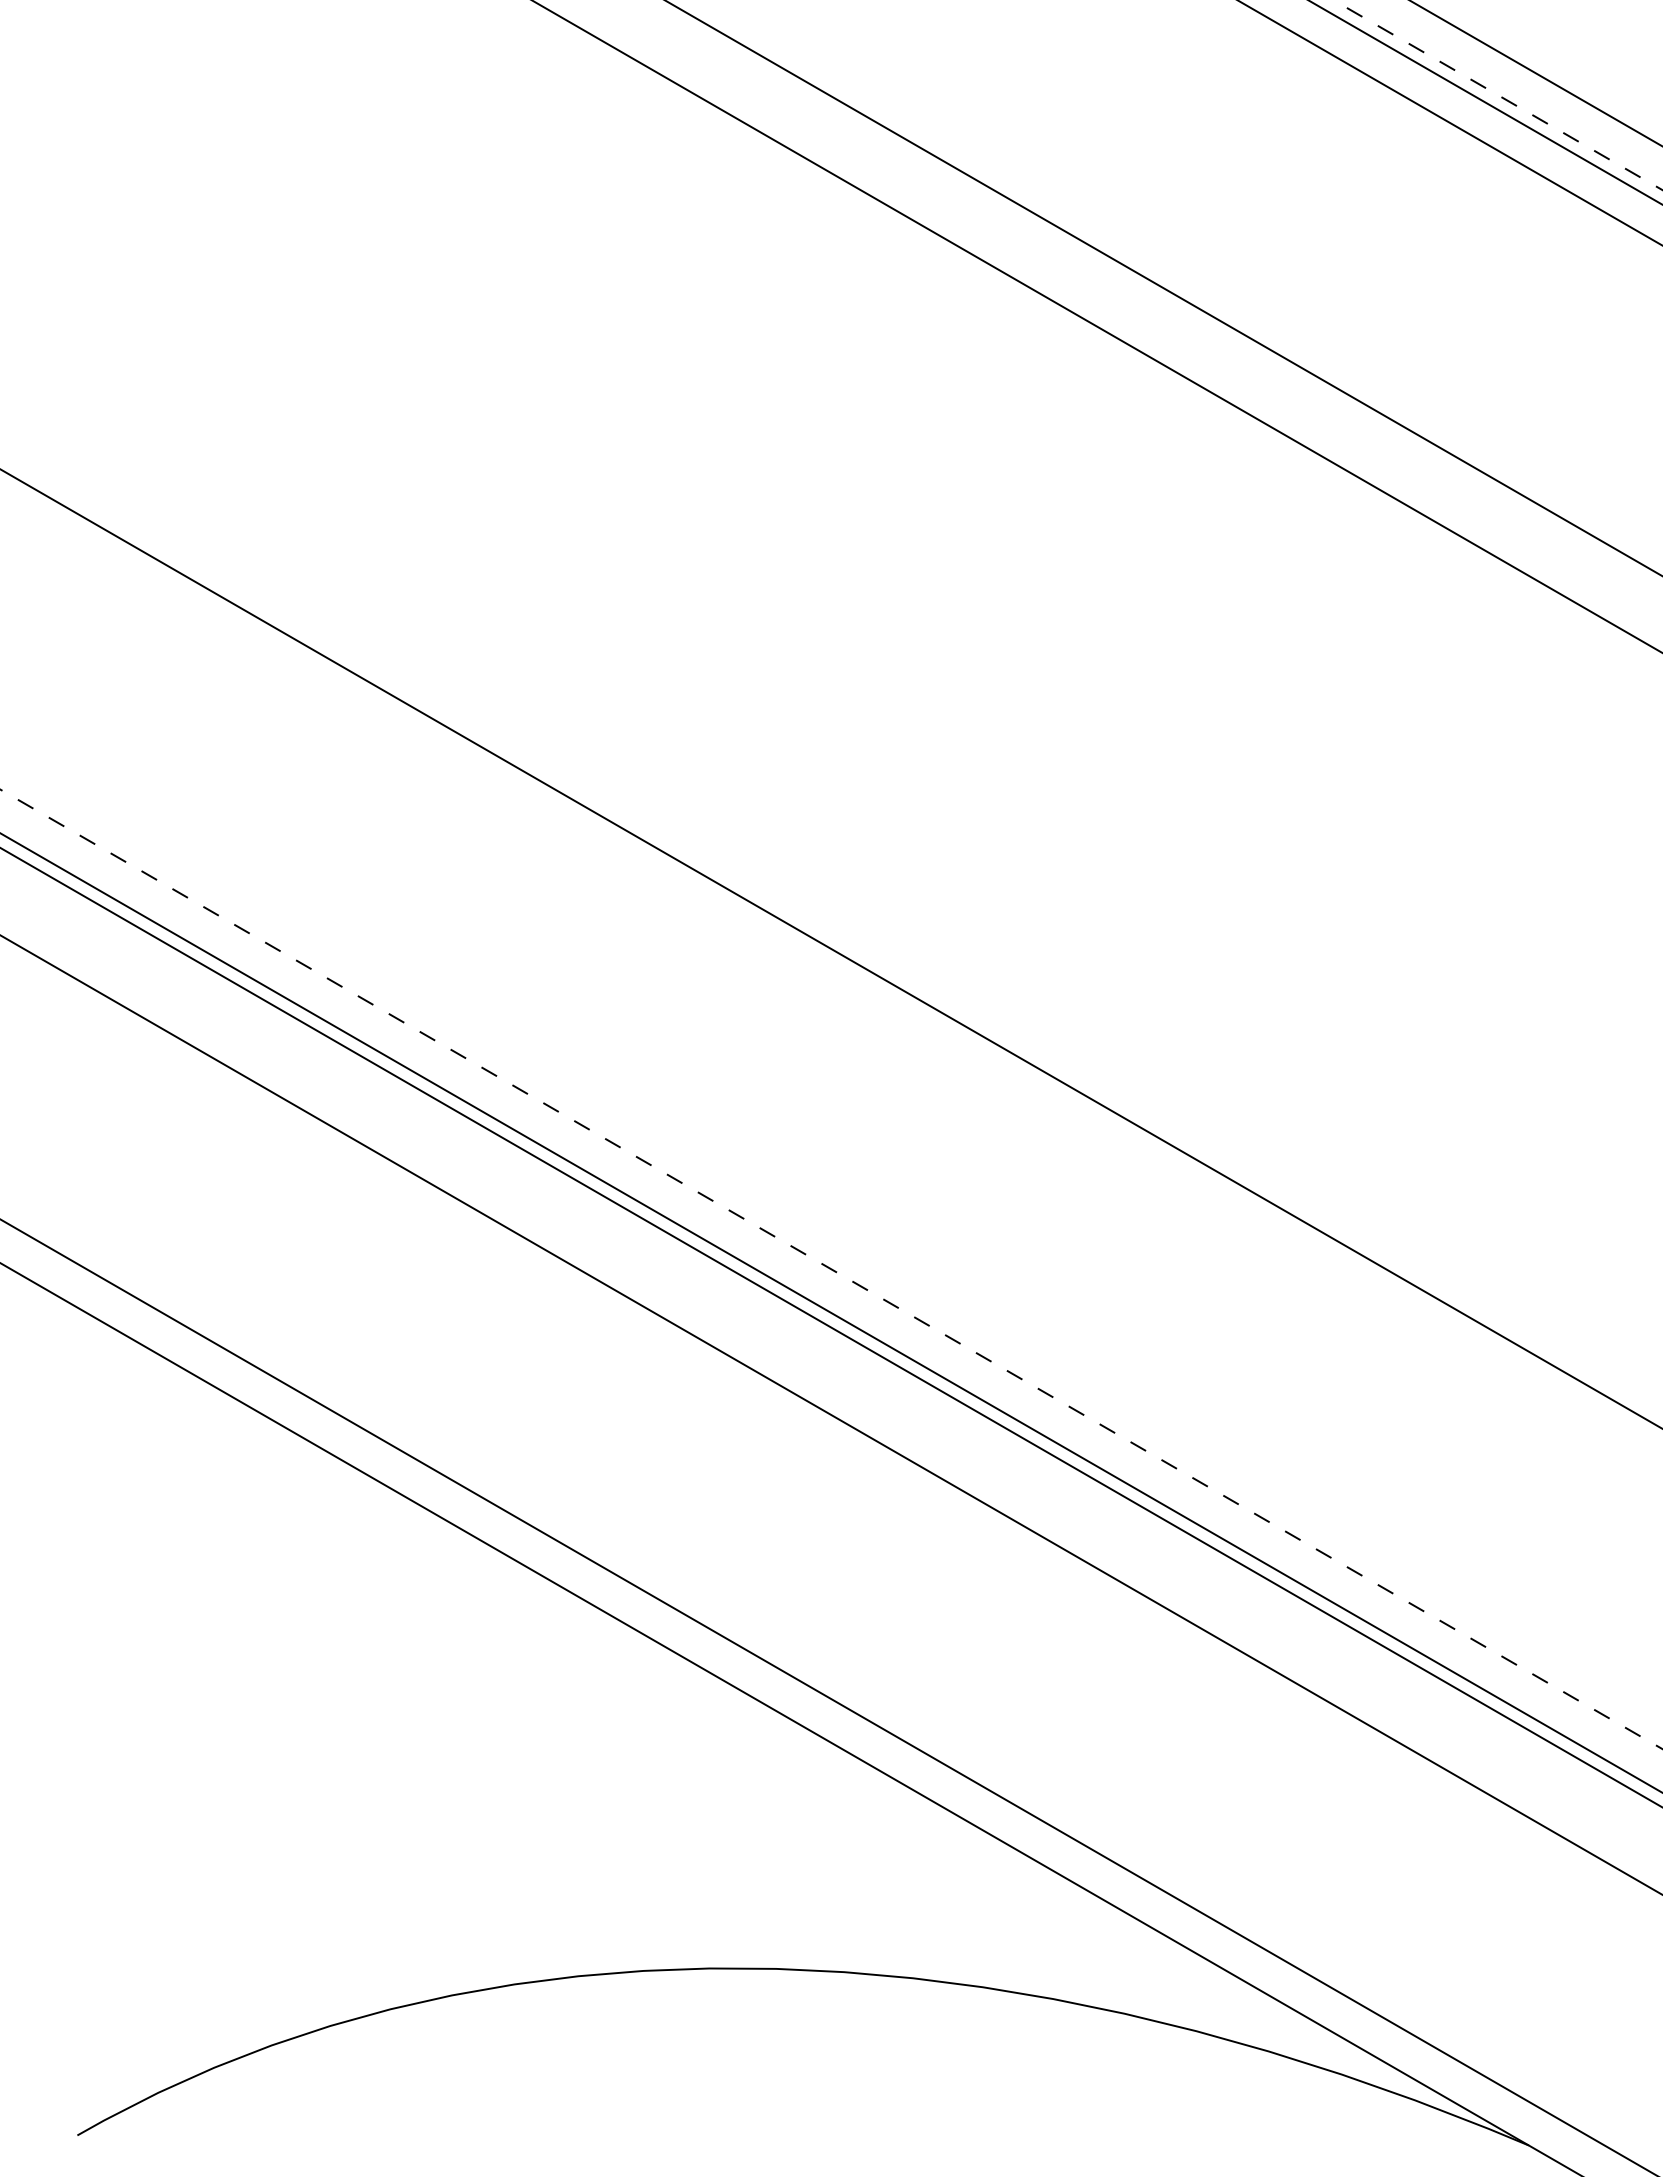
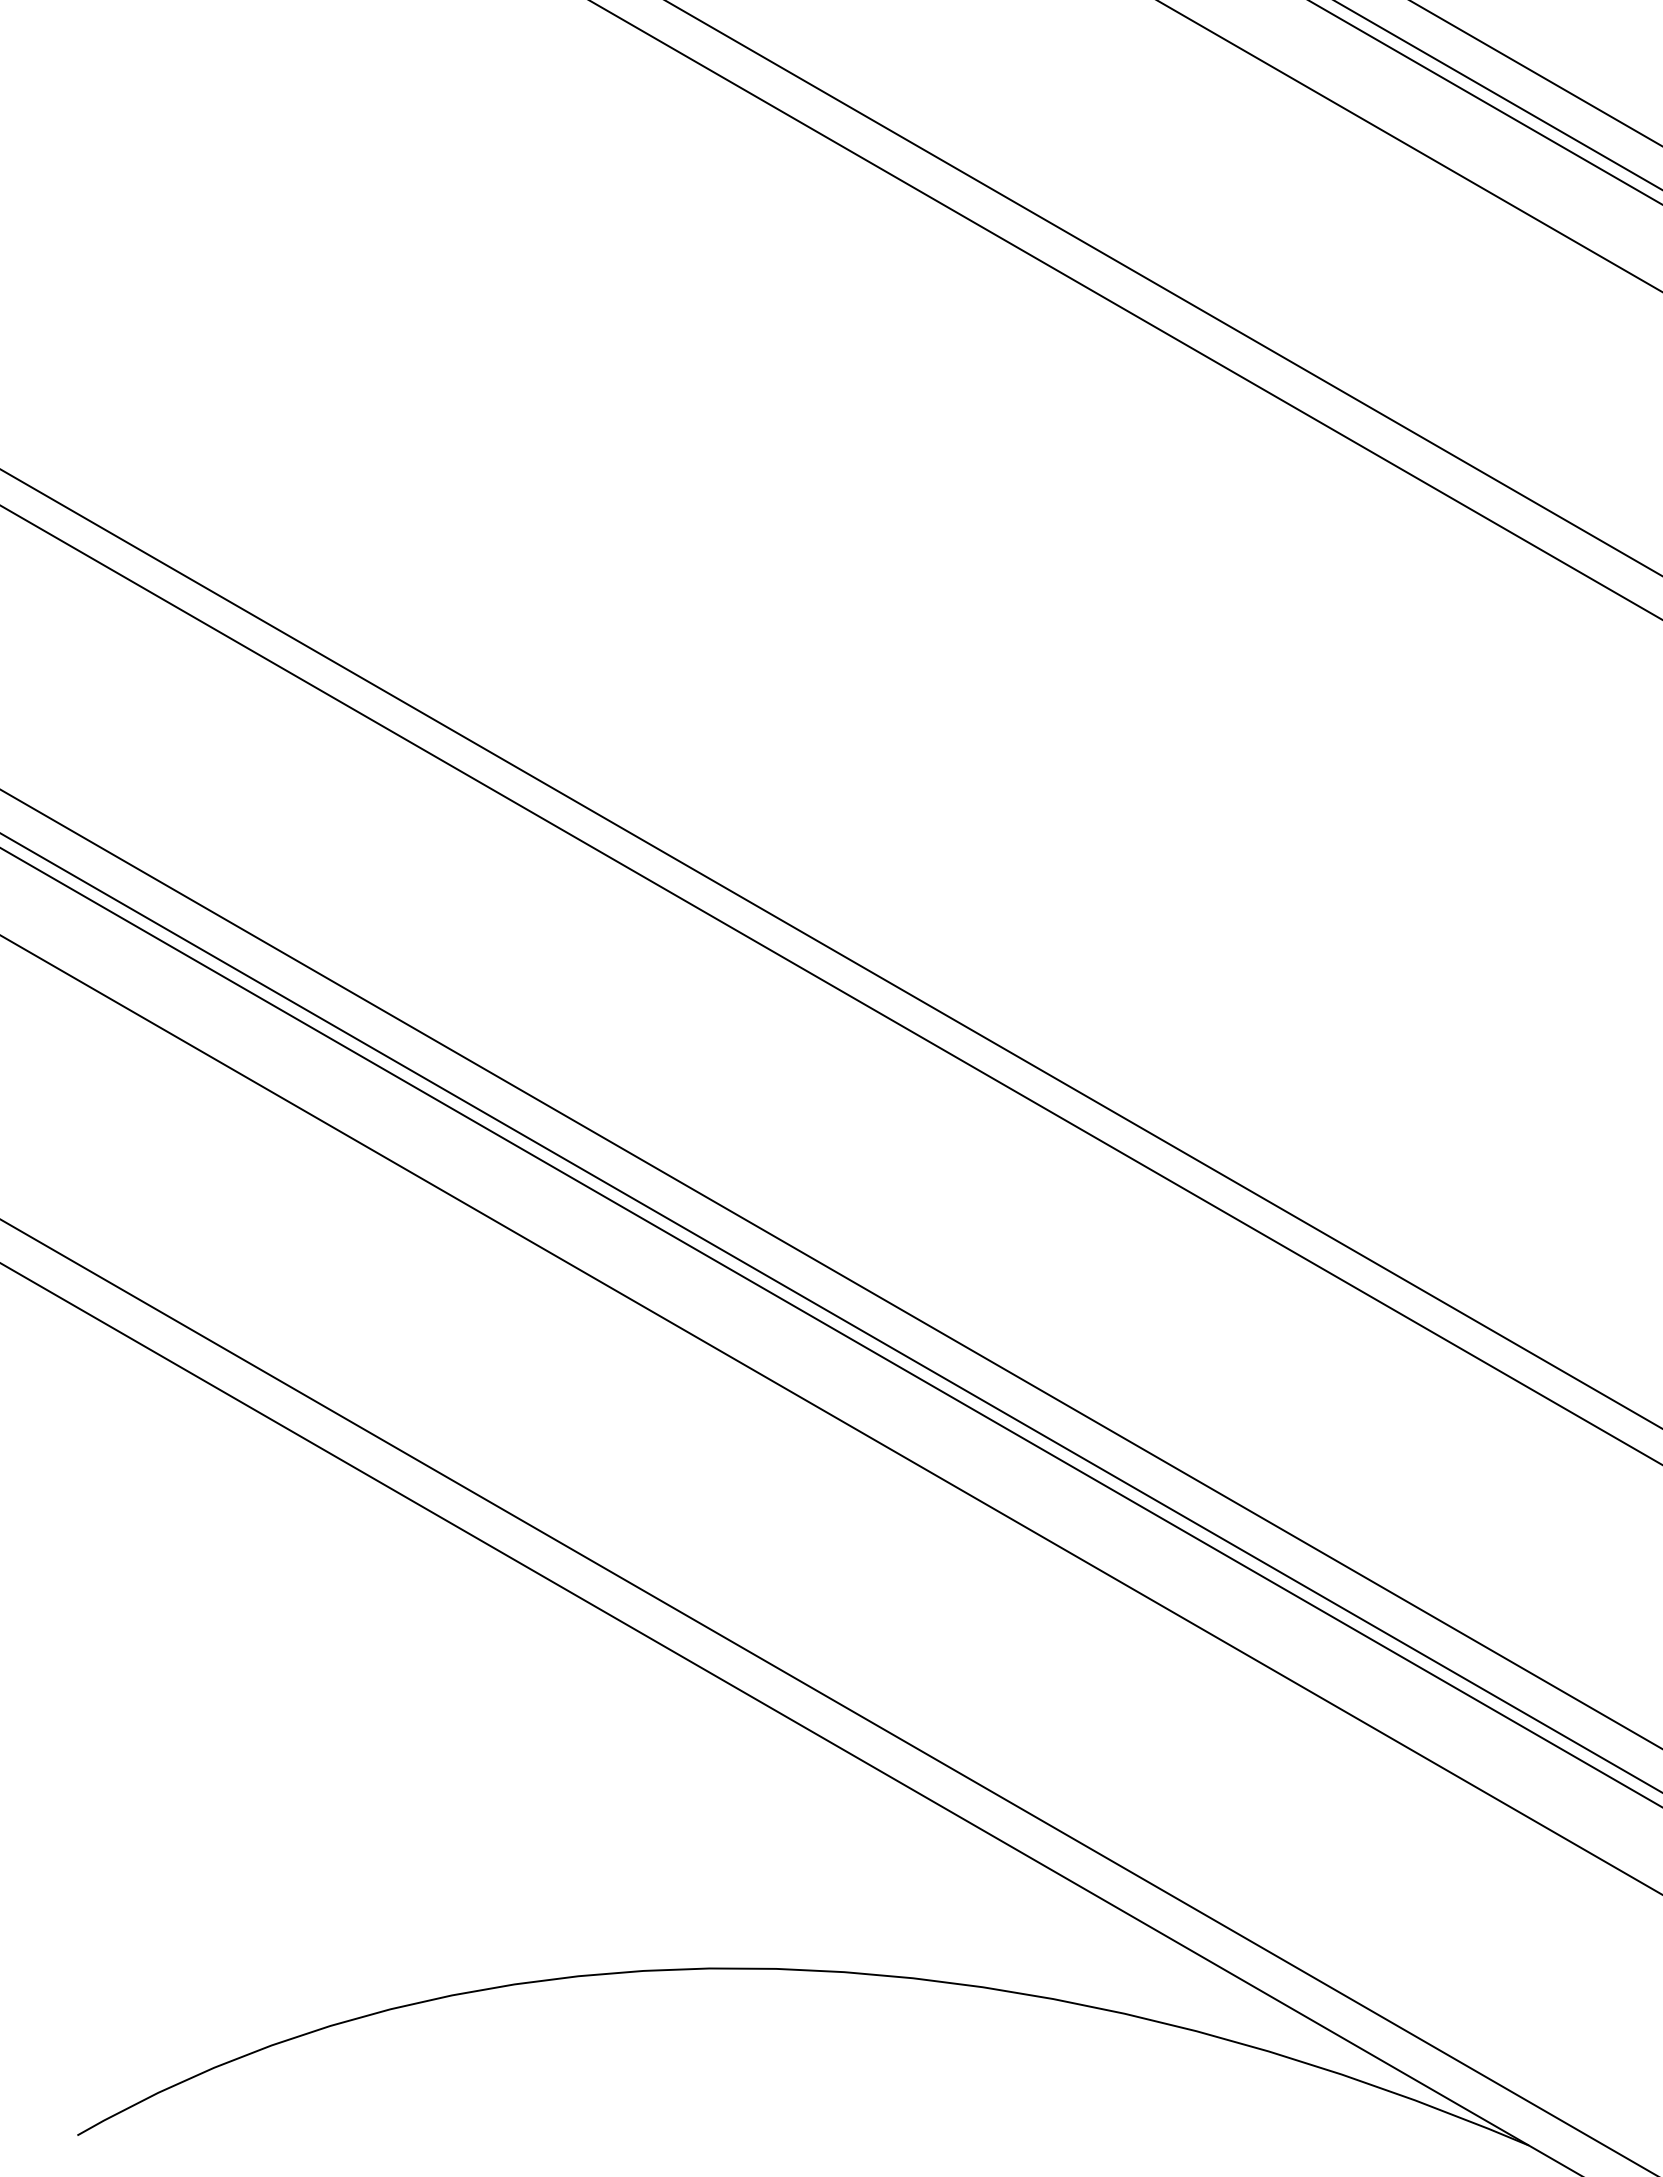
line at (1498, 95): dashed -> solid
line at (1449, 123) position: (1449, 123) -> (1409, 146)
line at (1097, 326) position: (1097, 326) -> (1125, 310)
line at (830, 984): none -> present
line at (832, 1269): dashed -> solid
